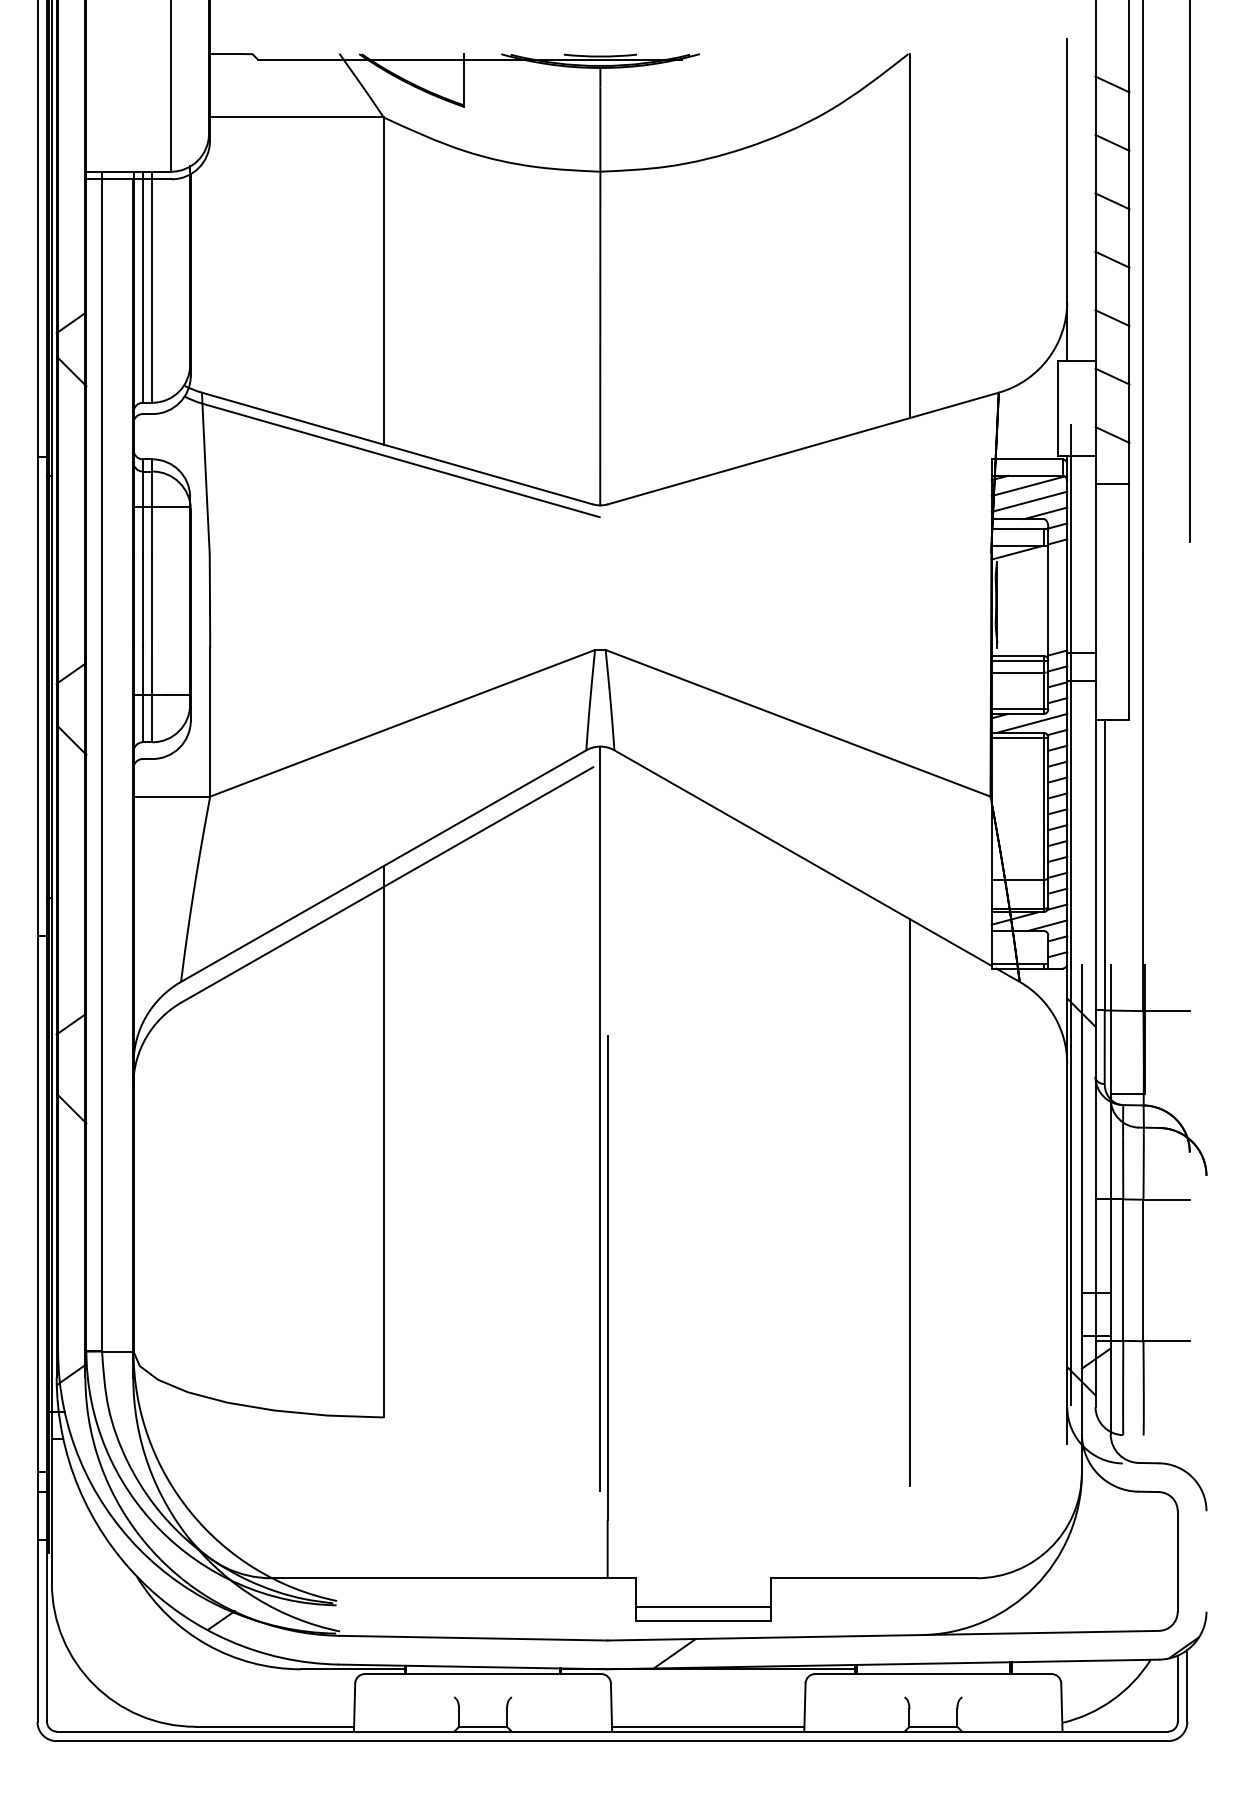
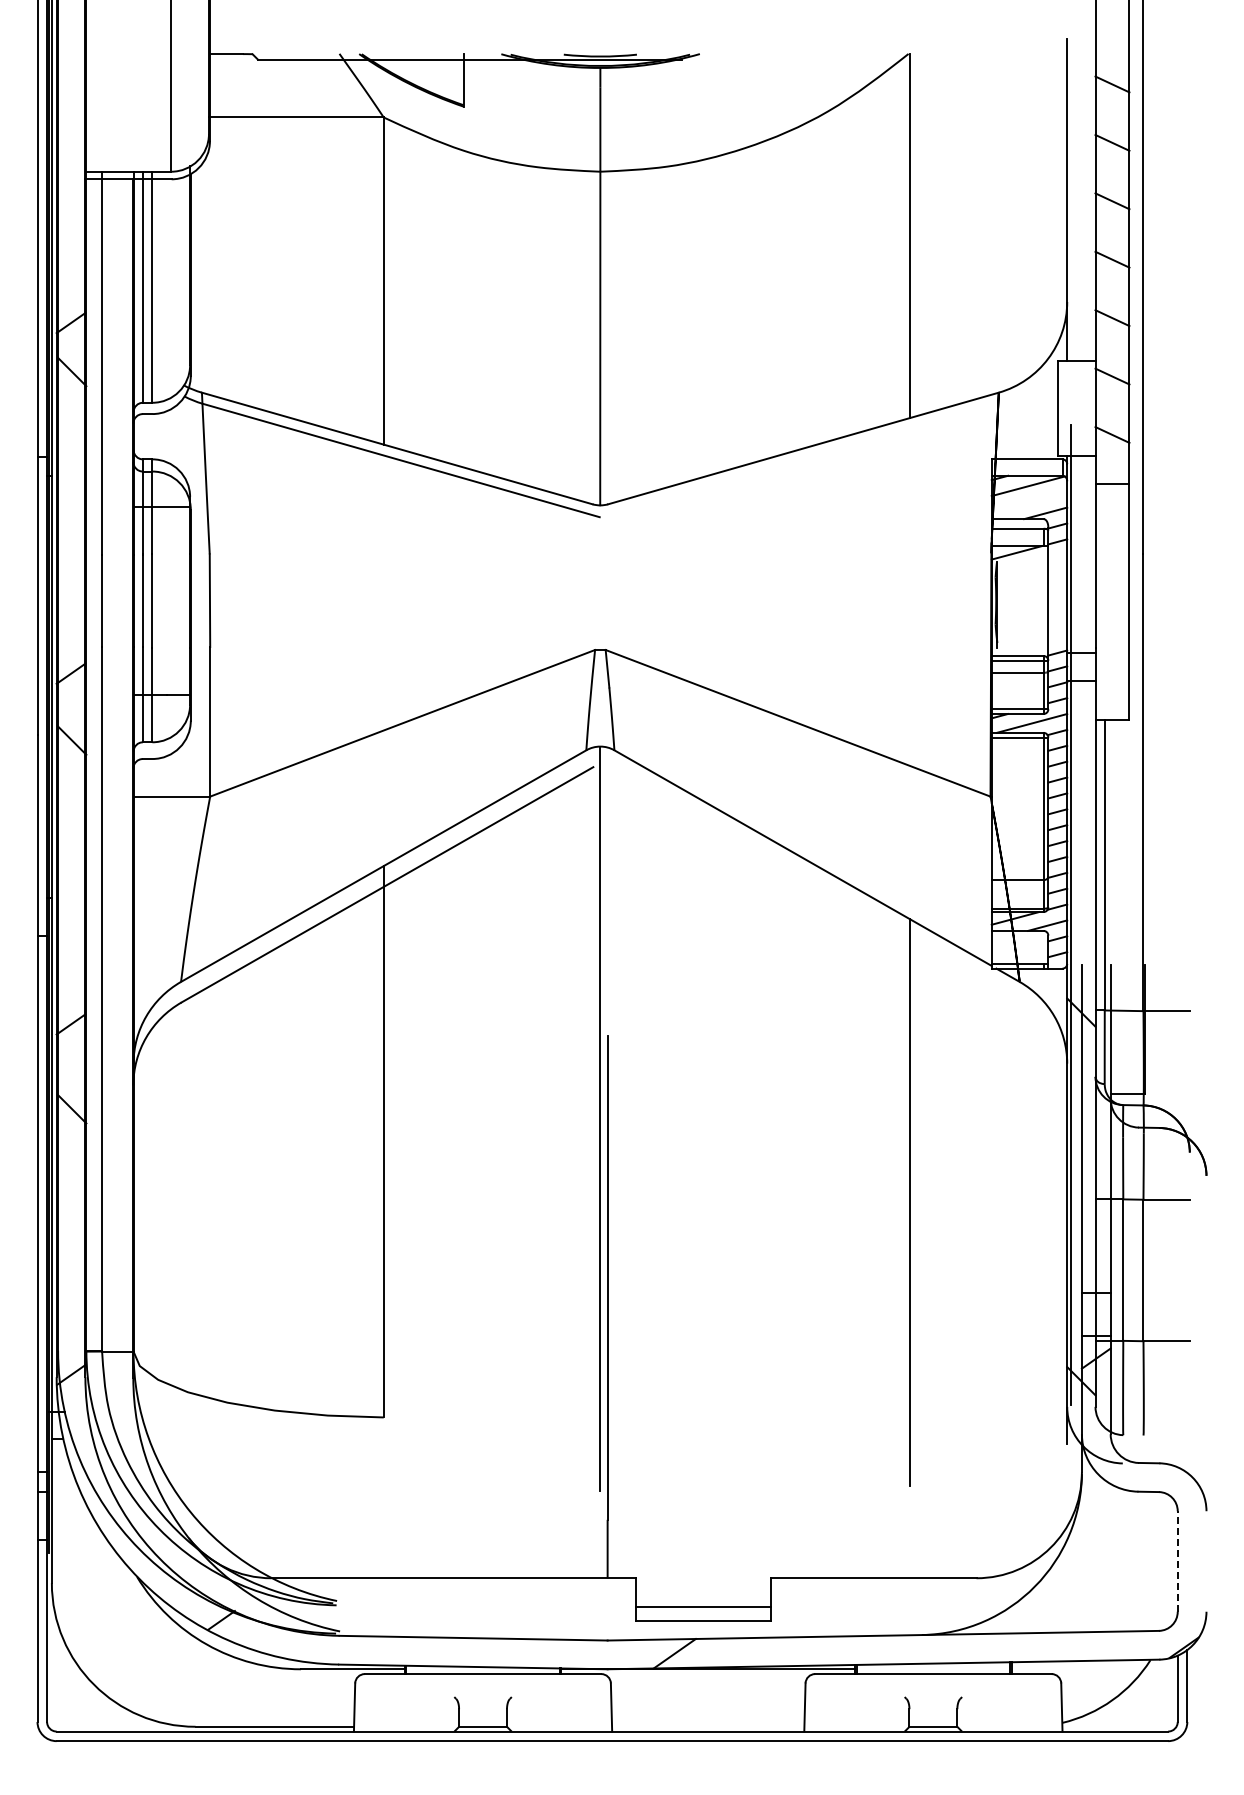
line at (1189, 272): present -> none
line at (1029, 501): present -> none
line at (1177, 1560): solid -> dashed
line at (708, 1726): present -> none
